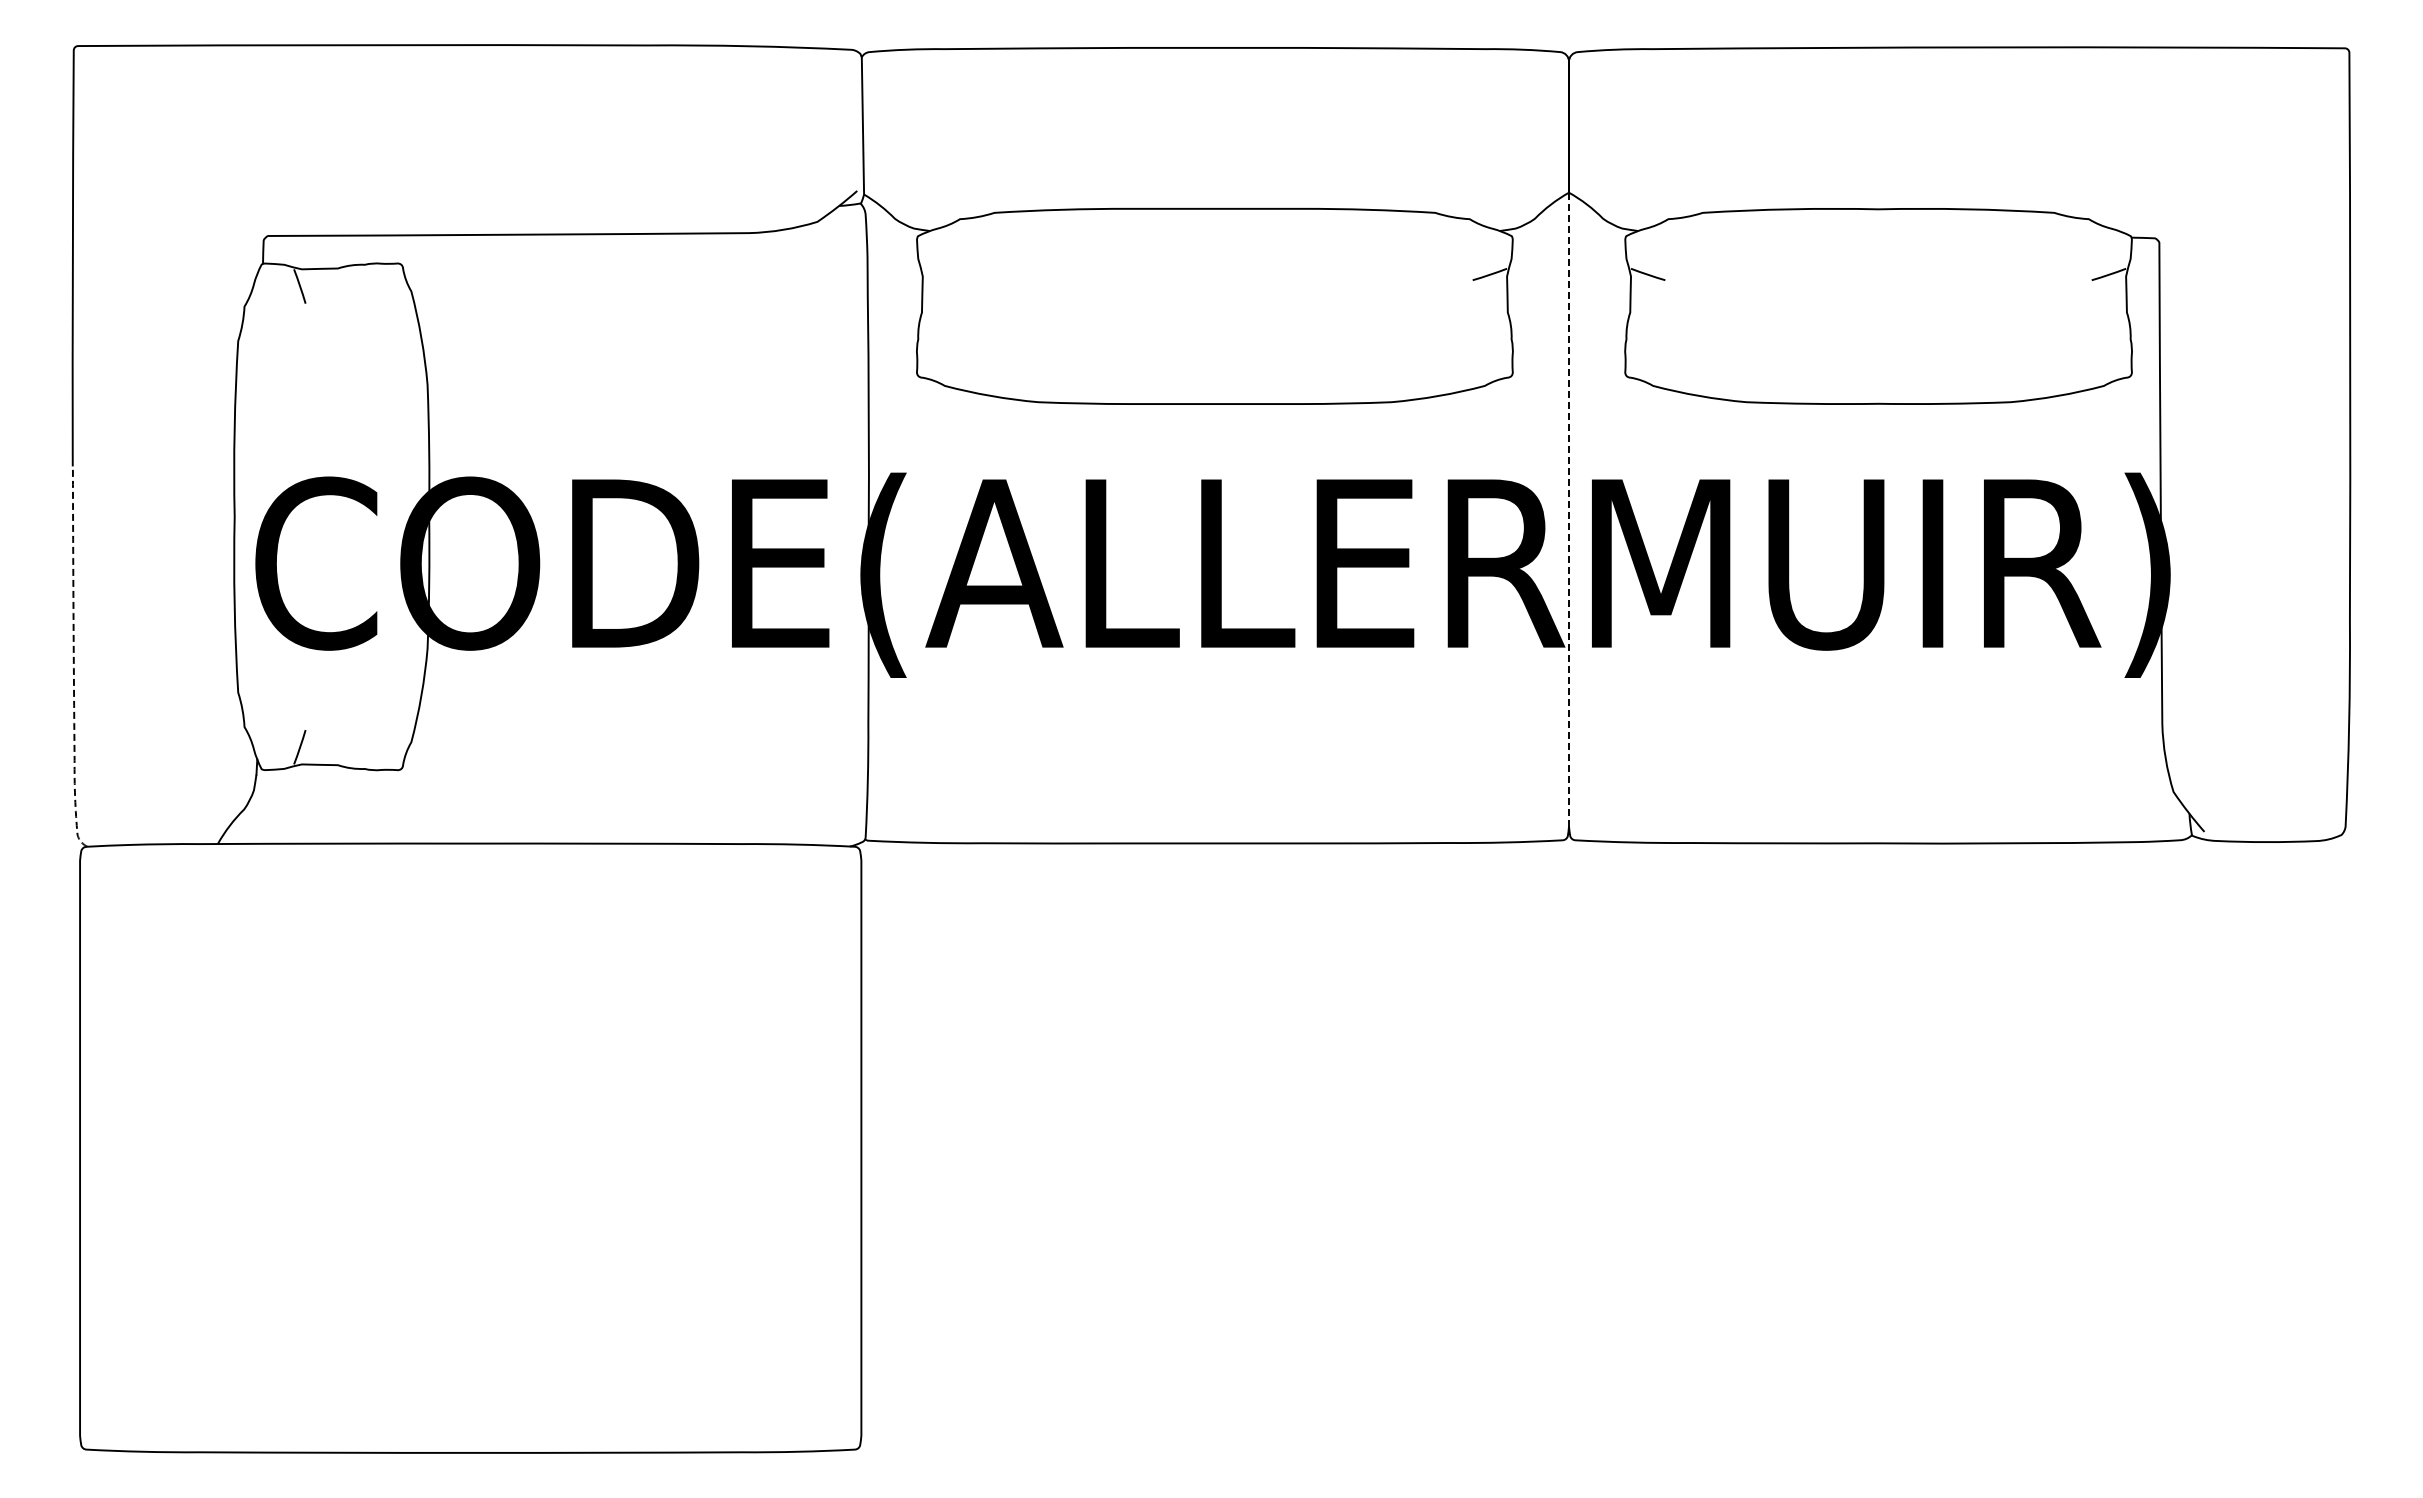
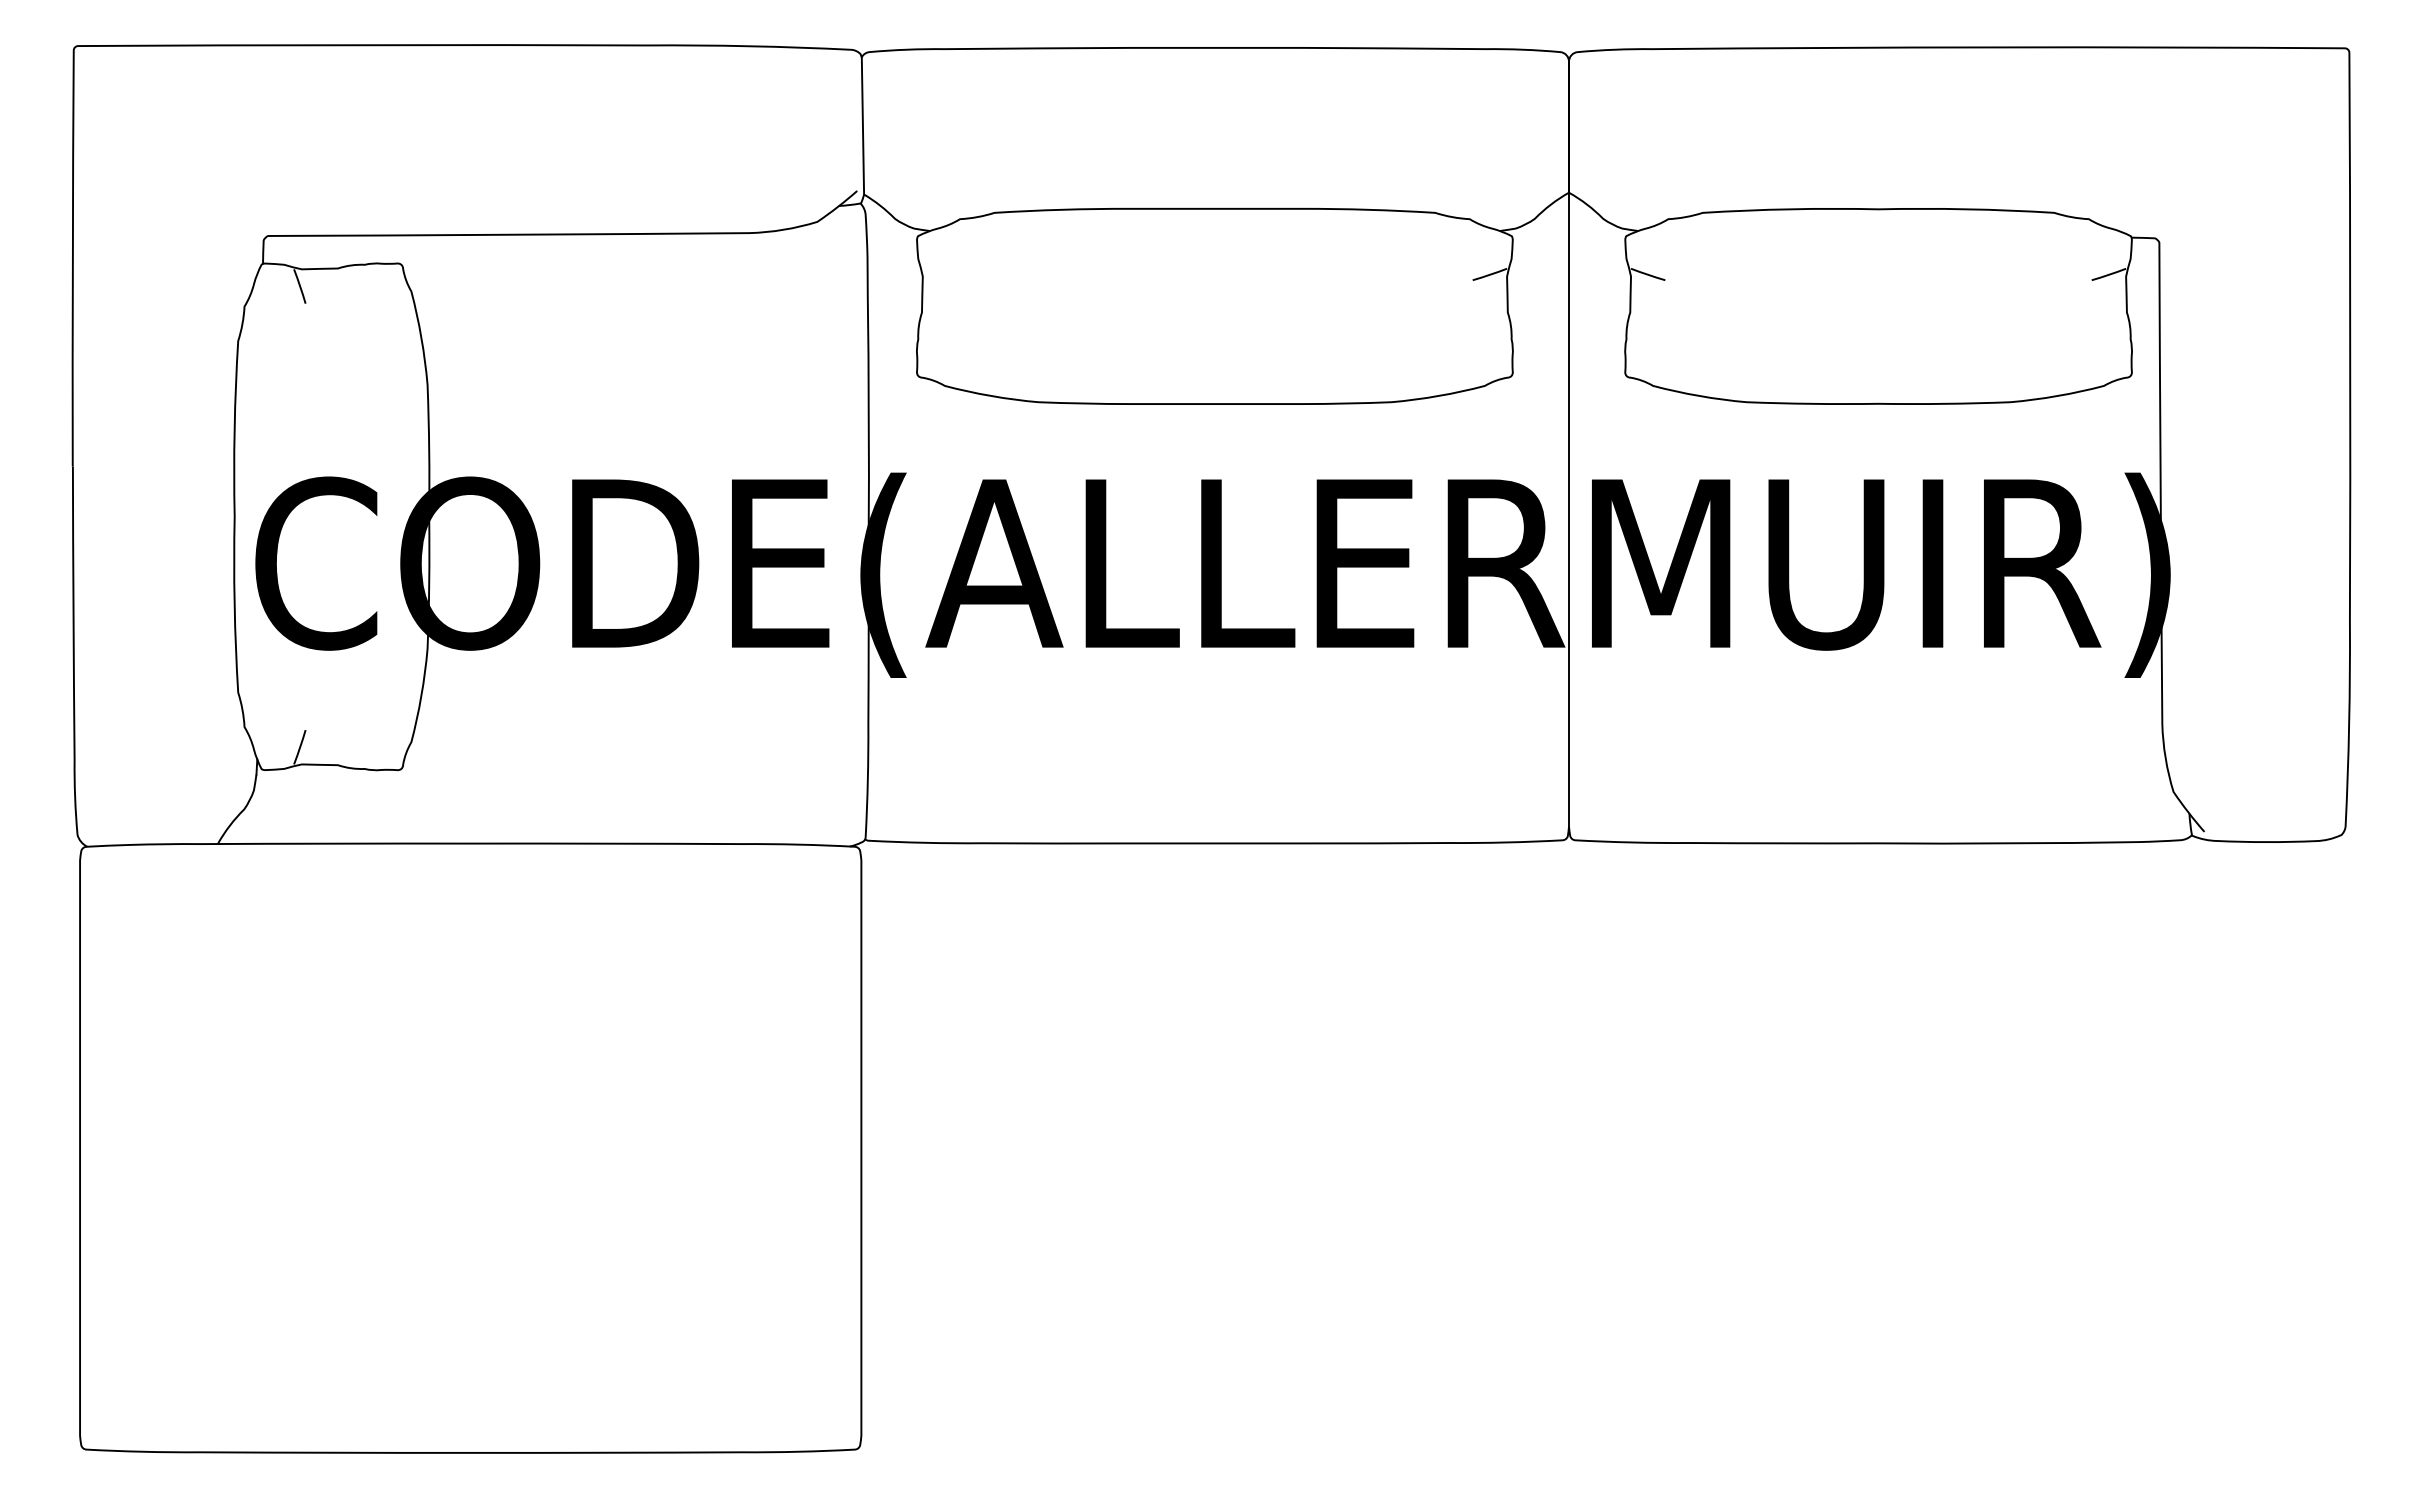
line at (1569, 509): dashed -> solid
line at (73, 661): dashed -> solid
